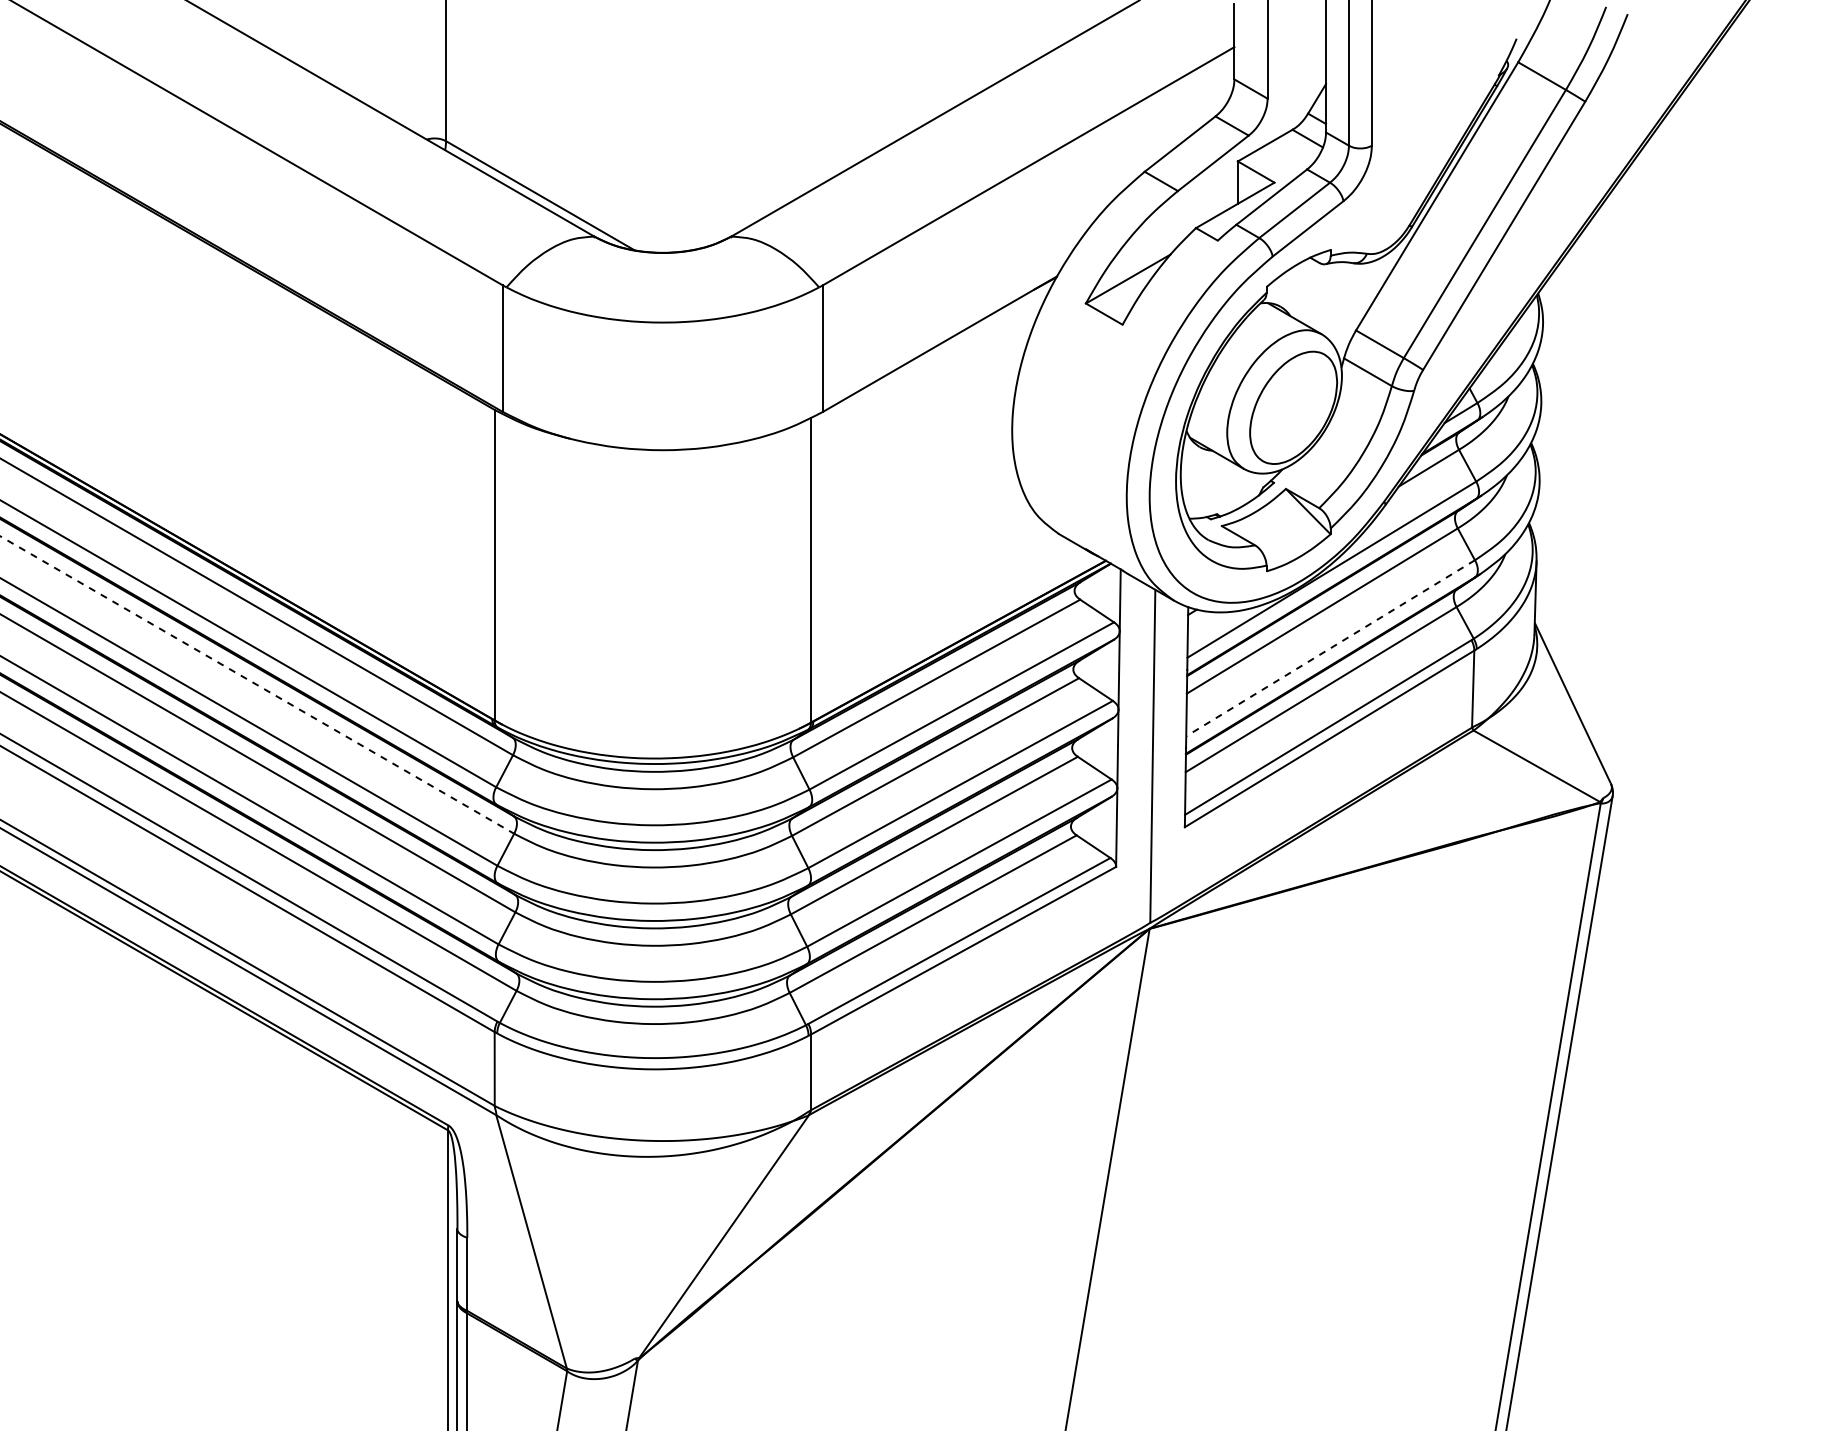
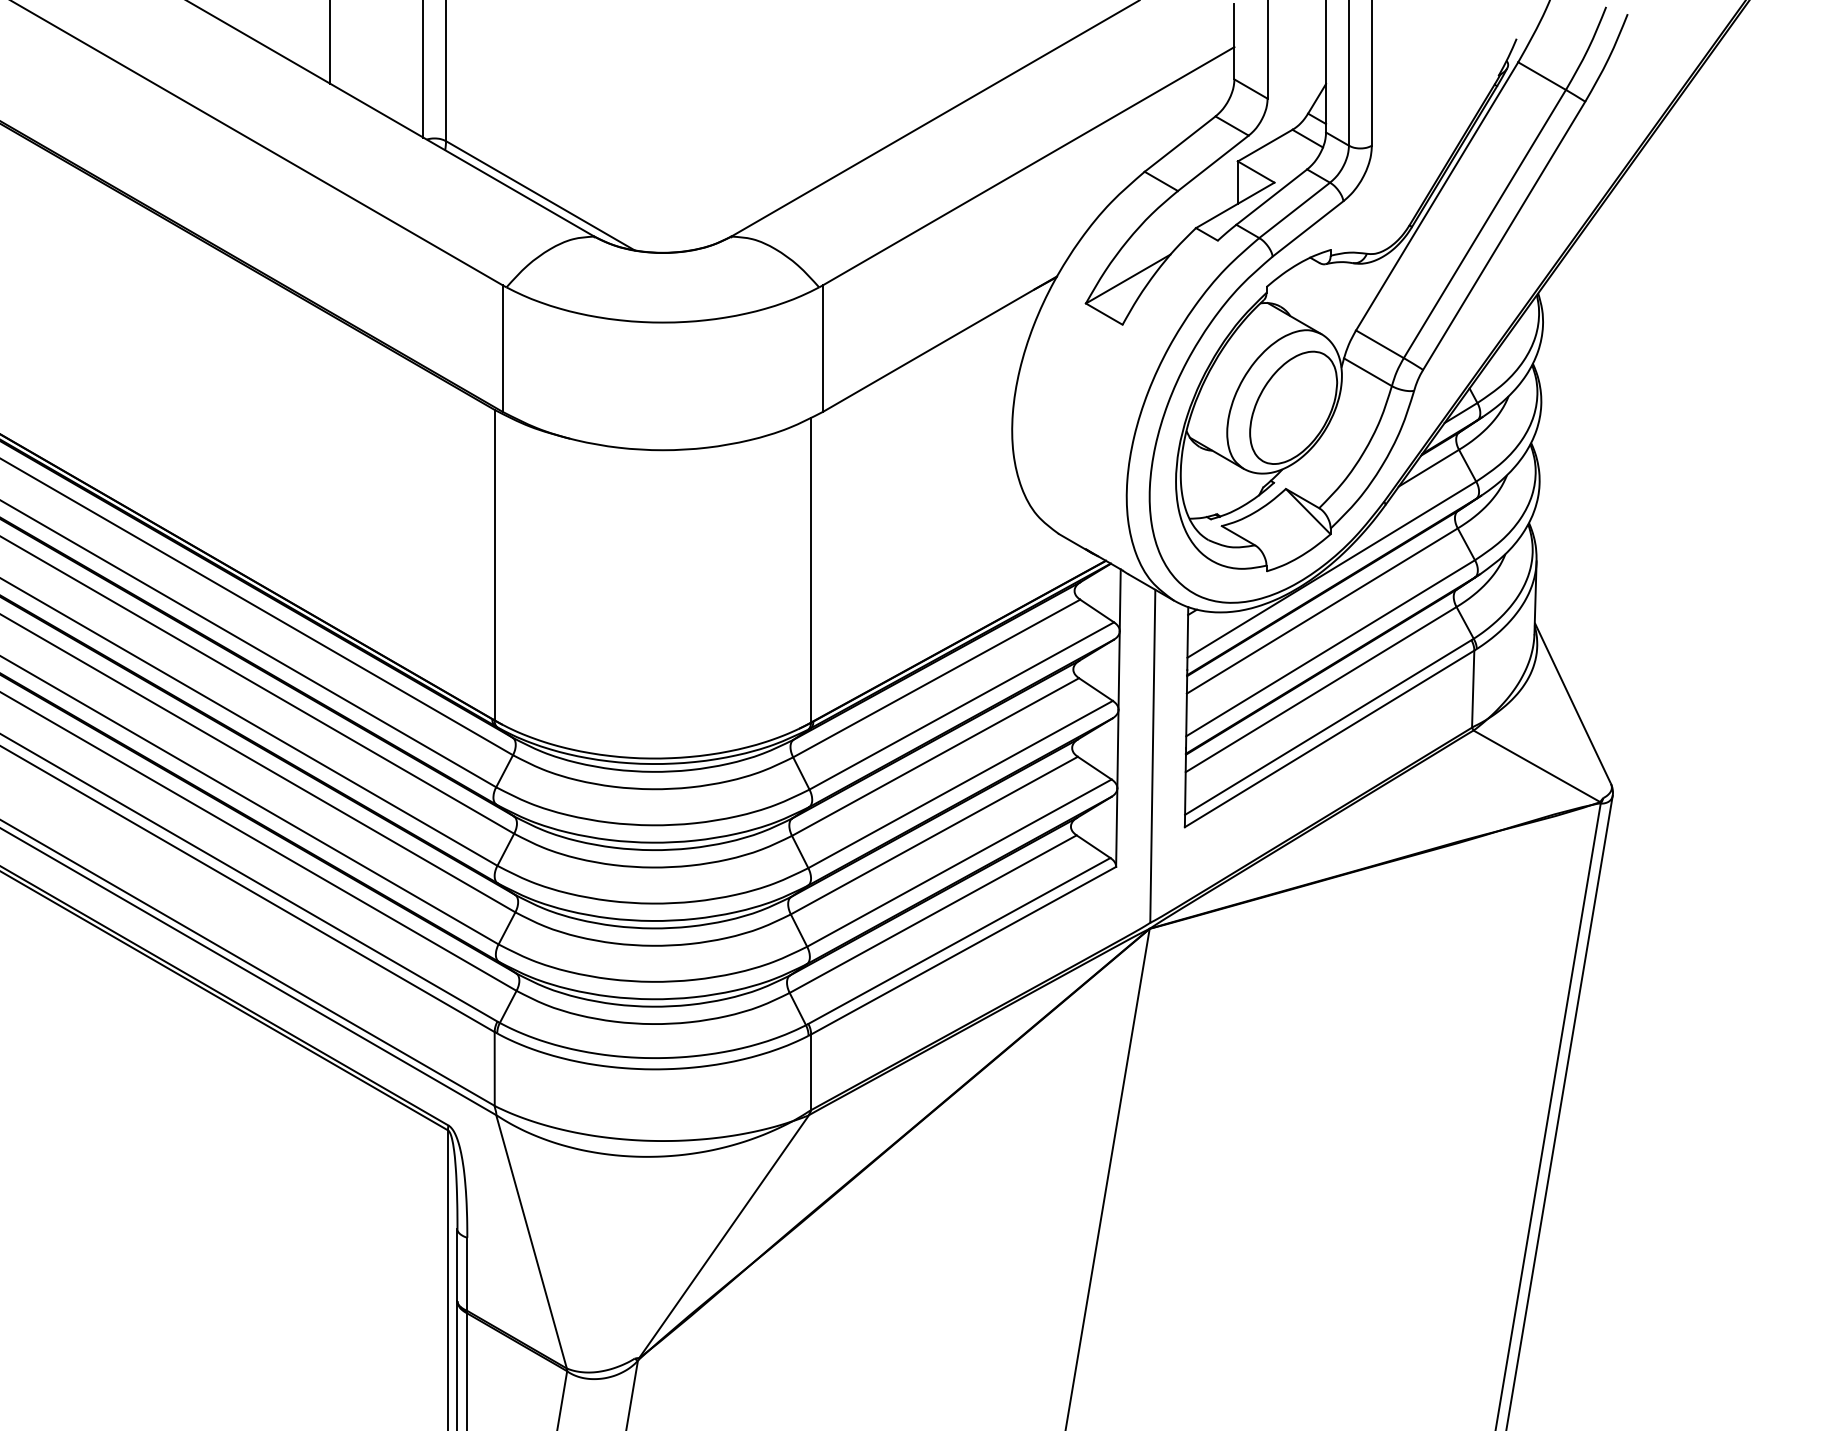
line at (330, 42): none -> present
line at (423, 69): none -> present
line at (1330, 648): dashed -> solid
line at (257, 685): dashed -> solid
